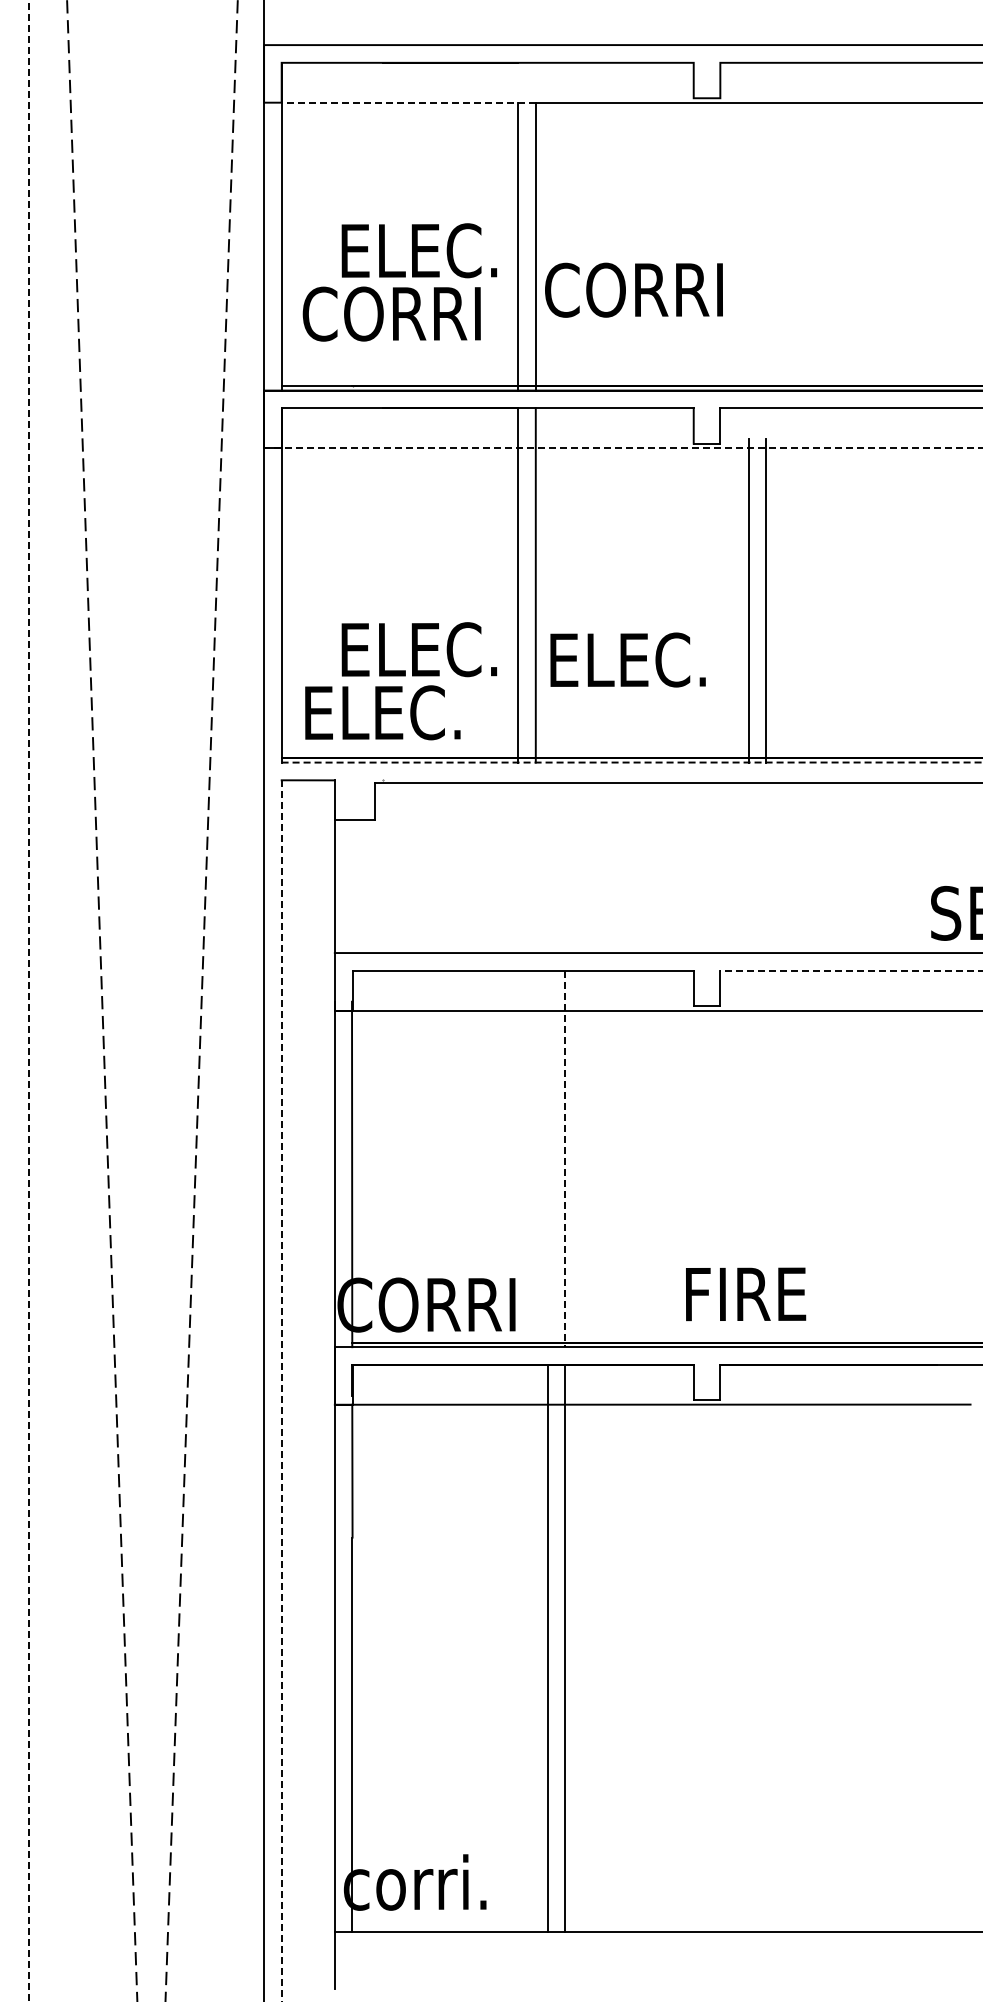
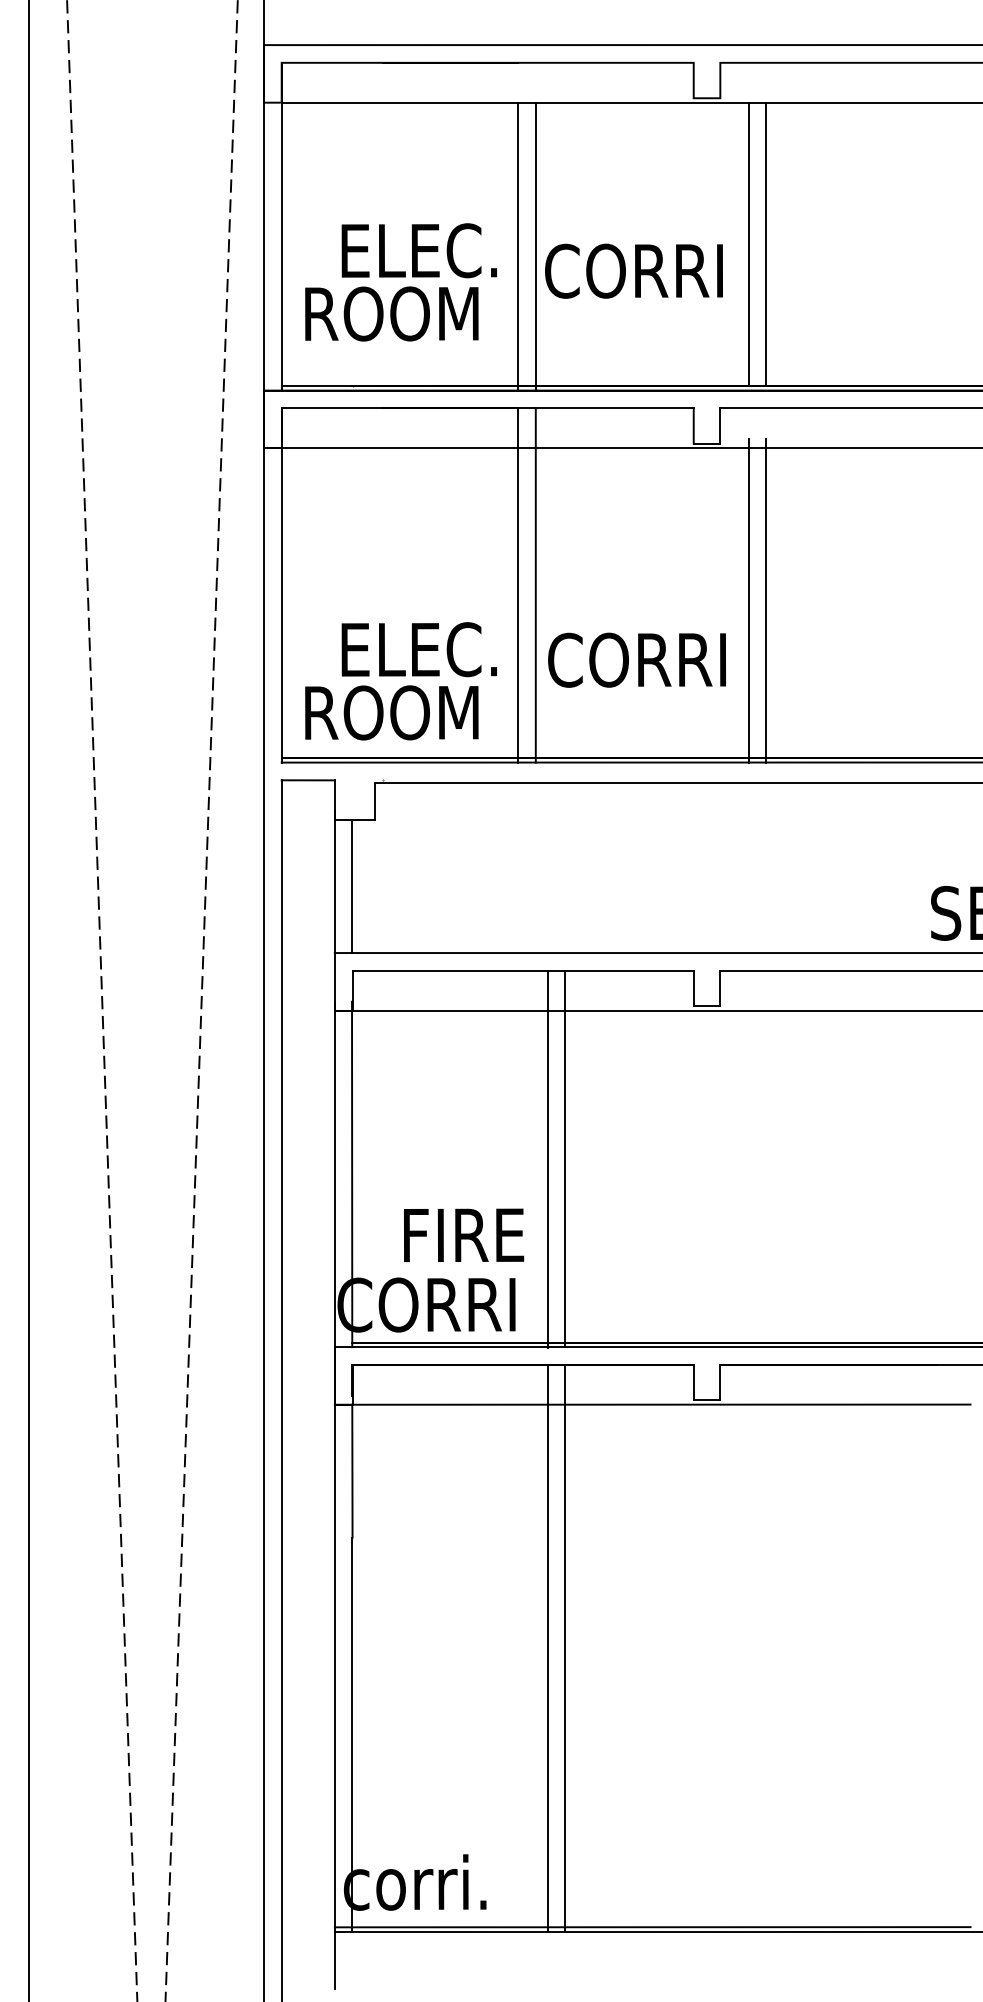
line at (408, 102): dashed -> solid
line at (748, 244): none -> present
line at (766, 244): none -> present
text at (633, 289) position: (633, 289) -> (633, 270)
text at (391, 313): CORRI -> ROOM
line at (622, 448): dashed -> solid
text at (637, 659): ELEC. -> CORRI
text at (394, 712): ELEC. -> ROOM
line at (631, 762): dashed -> solid
line at (352, 886): none -> present
line at (850, 970): dashed -> solid
line at (29, 1001): dashed -> solid
line at (547, 1158): none -> present
line at (565, 1159): dashed -> solid
text at (746, 1294) position: (746, 1294) -> (464, 1235)
line at (281, 1391): dashed -> solid
line at (652, 1927): none -> present
